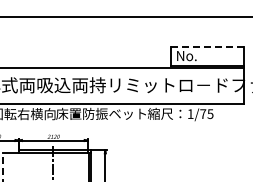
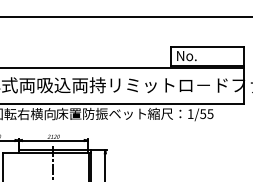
line at (207, 46): dashed -> solid
text at (203, 113): 1/75 -> 1/55
line at (2, 166): dashed -> solid
